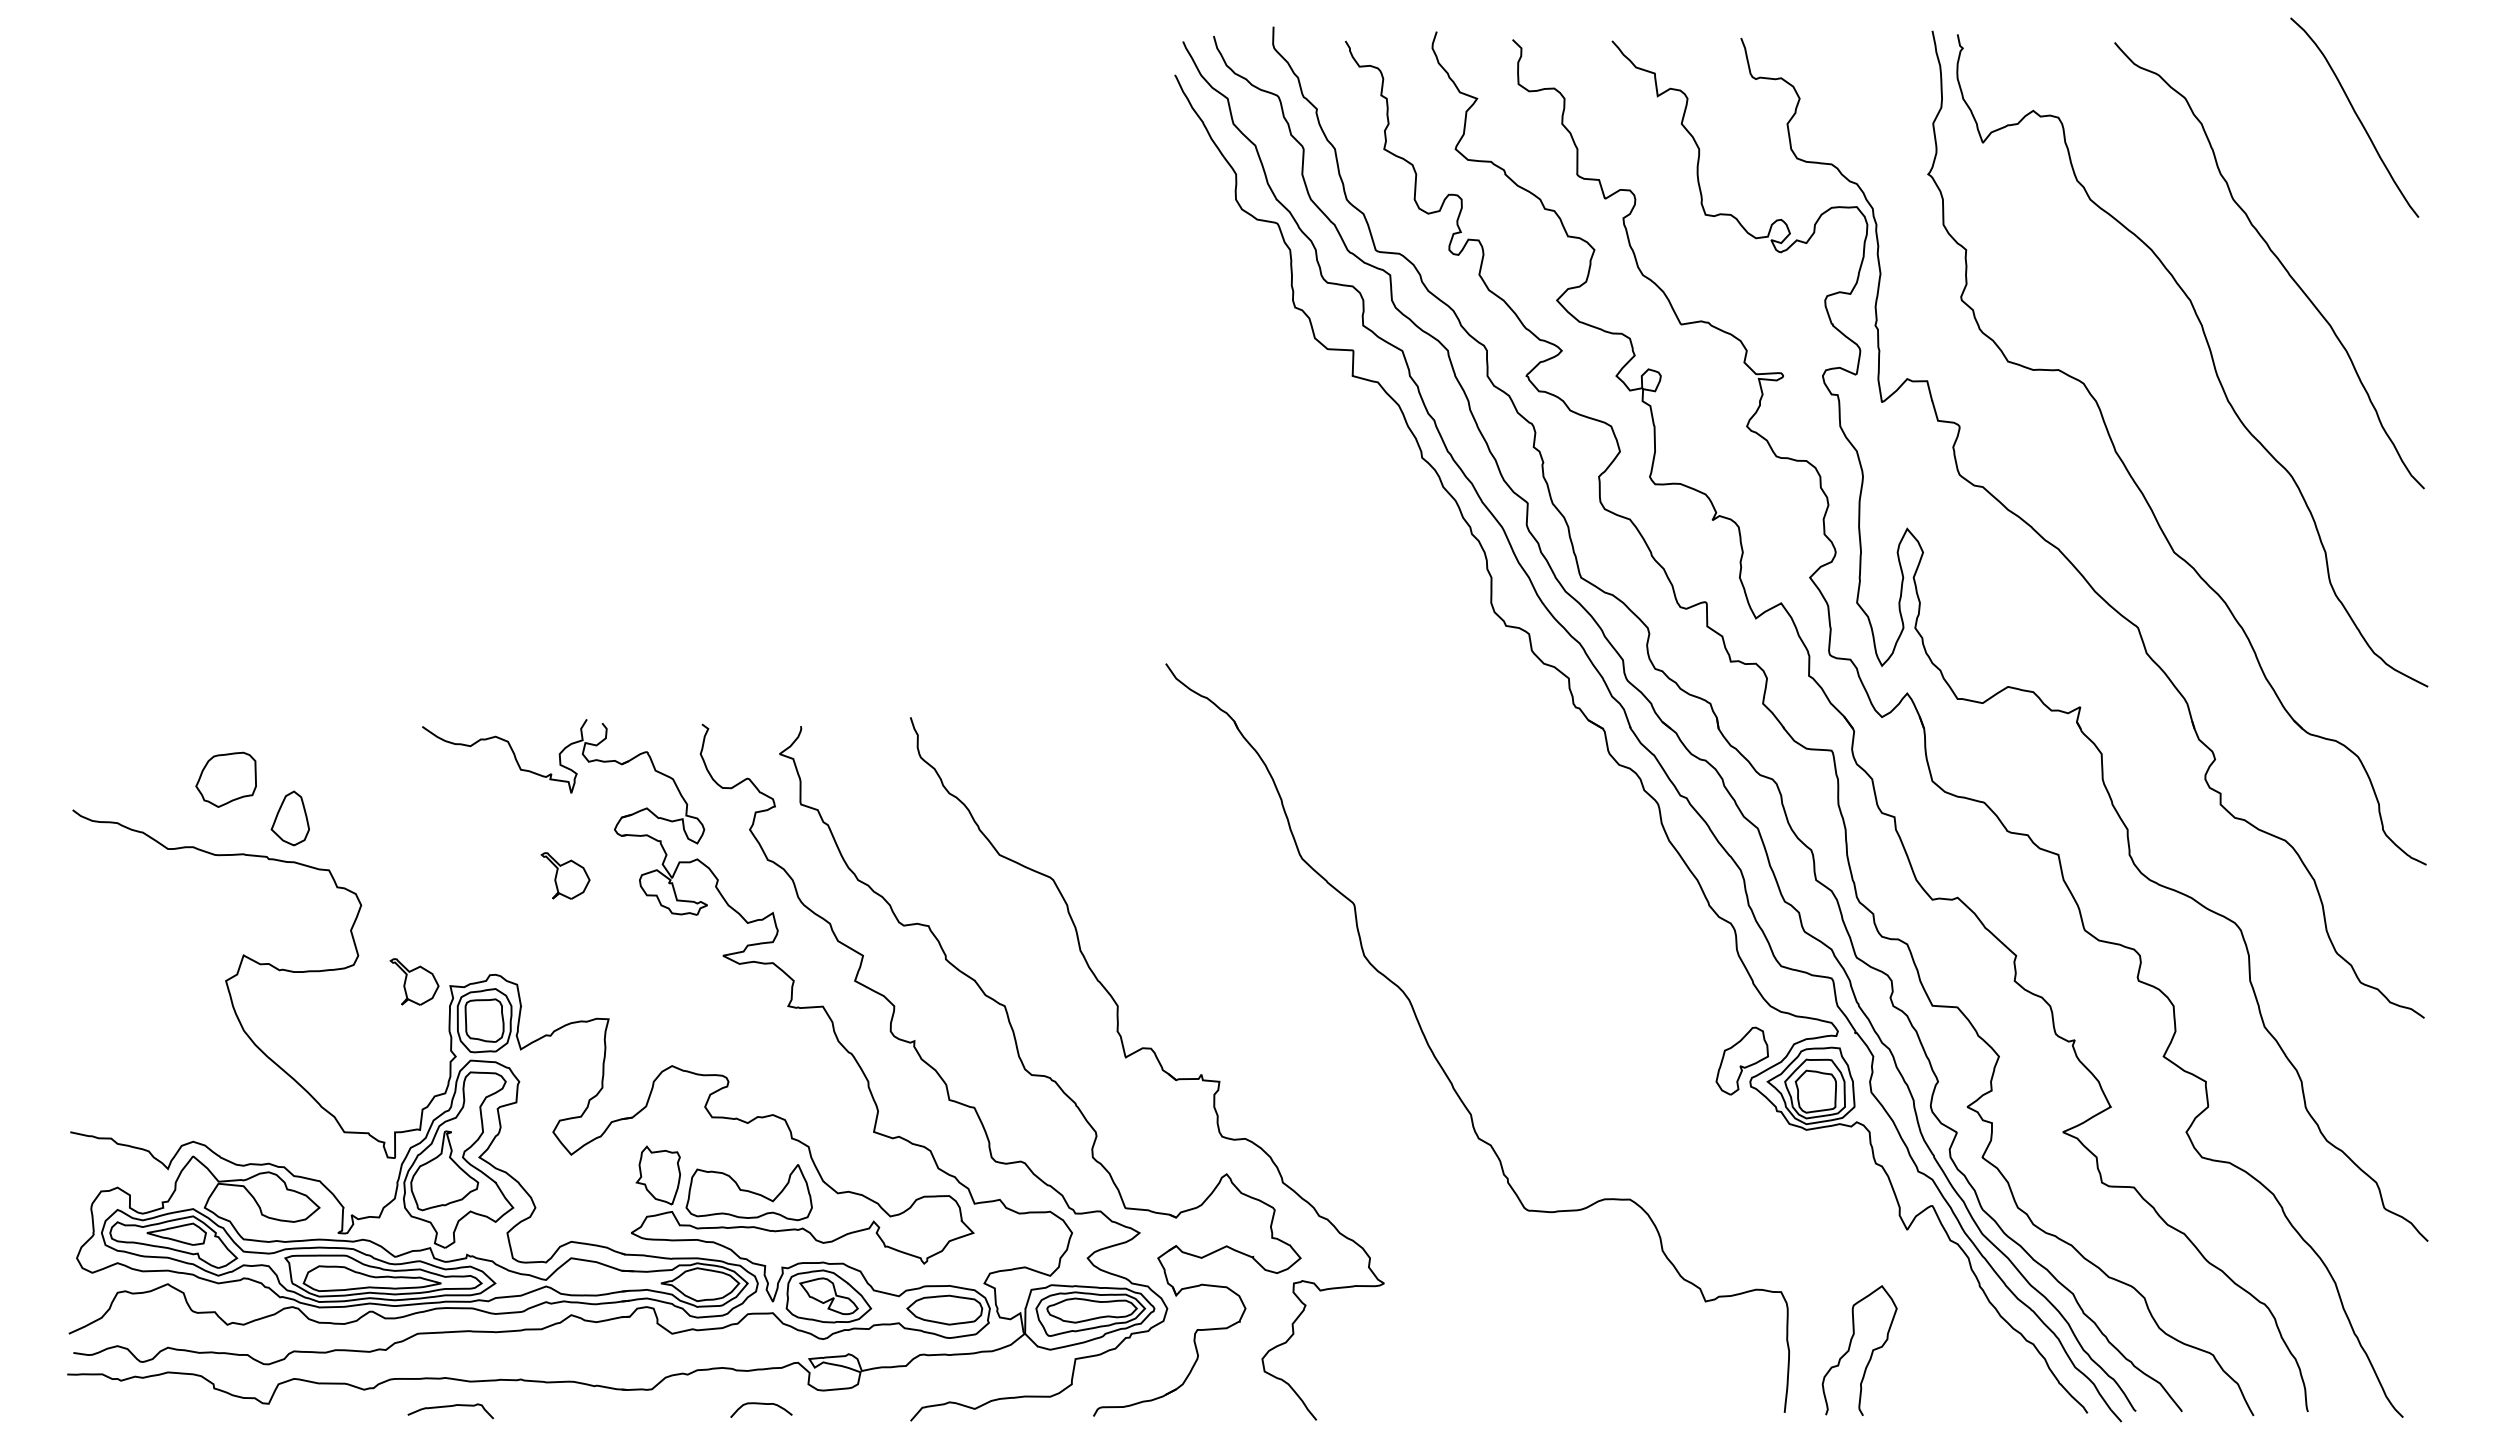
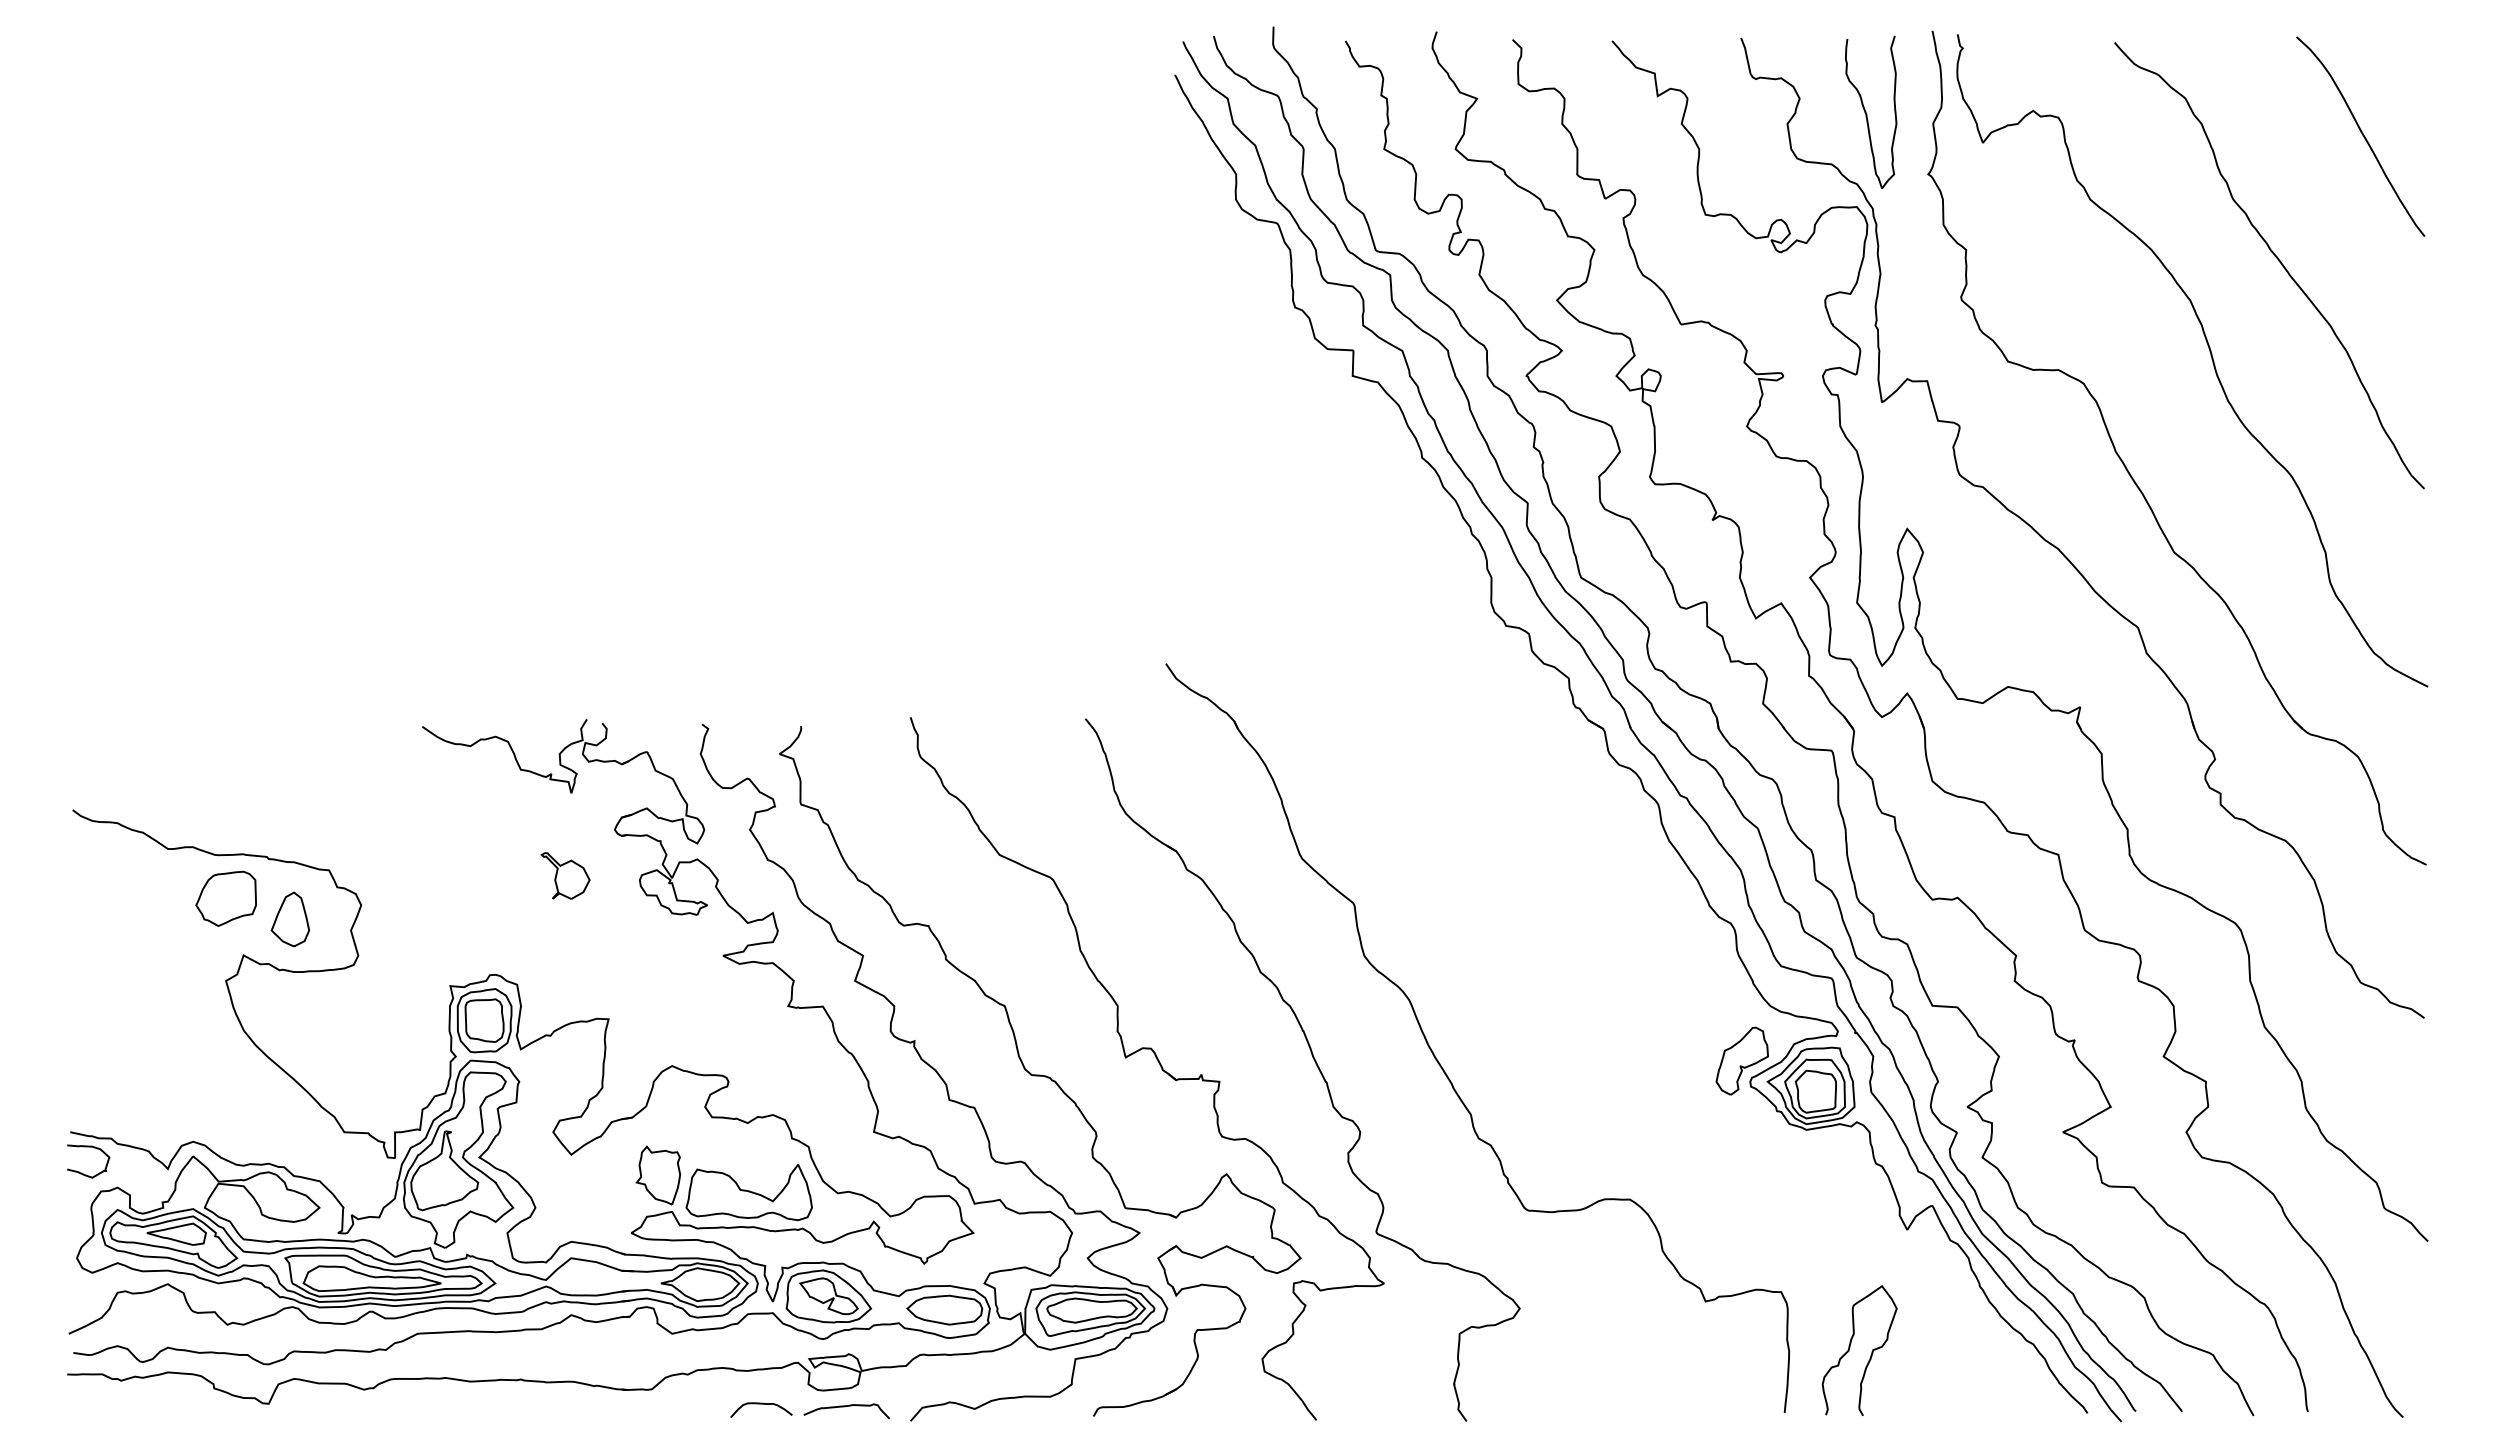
curve at (1866, 111): none -> present
curve at (2355, 115) position: (2355, 115) -> (2361, 134)
part at (225, 779) position: (225, 779) -> (225, 898)
part at (290, 818) position: (290, 818) -> (290, 919)
part at (414, 981): present -> none
part at (1315, 1063): none -> present
curve at (83, 1173): none -> present
curve at (449, 1407) position: (449, 1407) -> (845, 1407)
